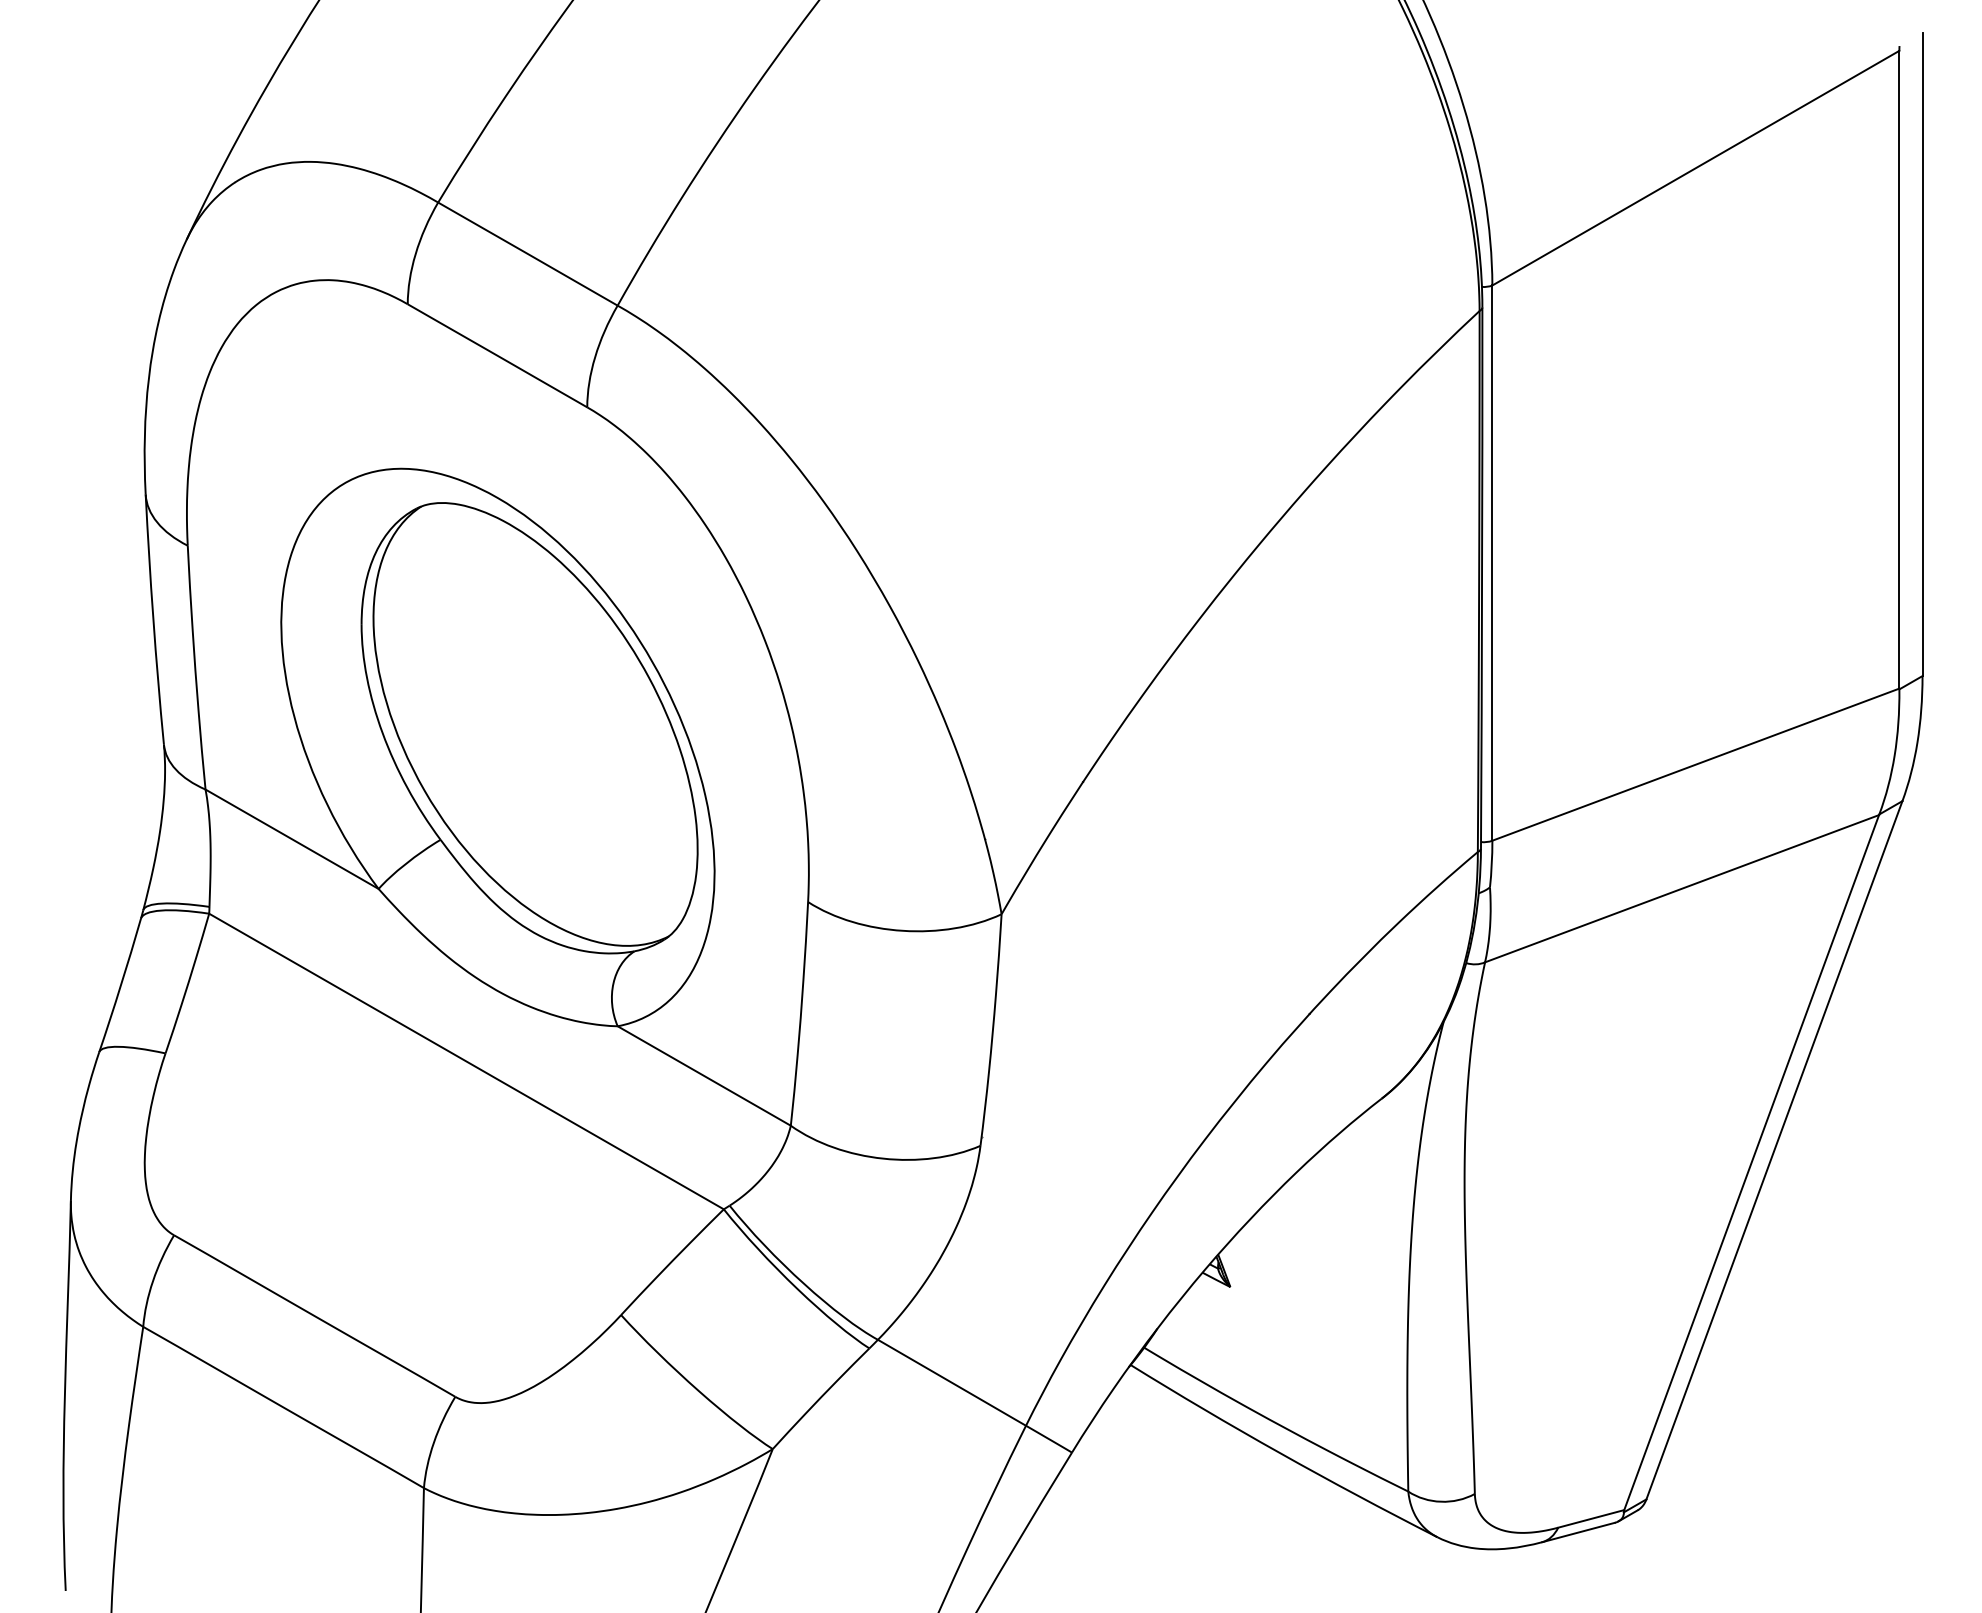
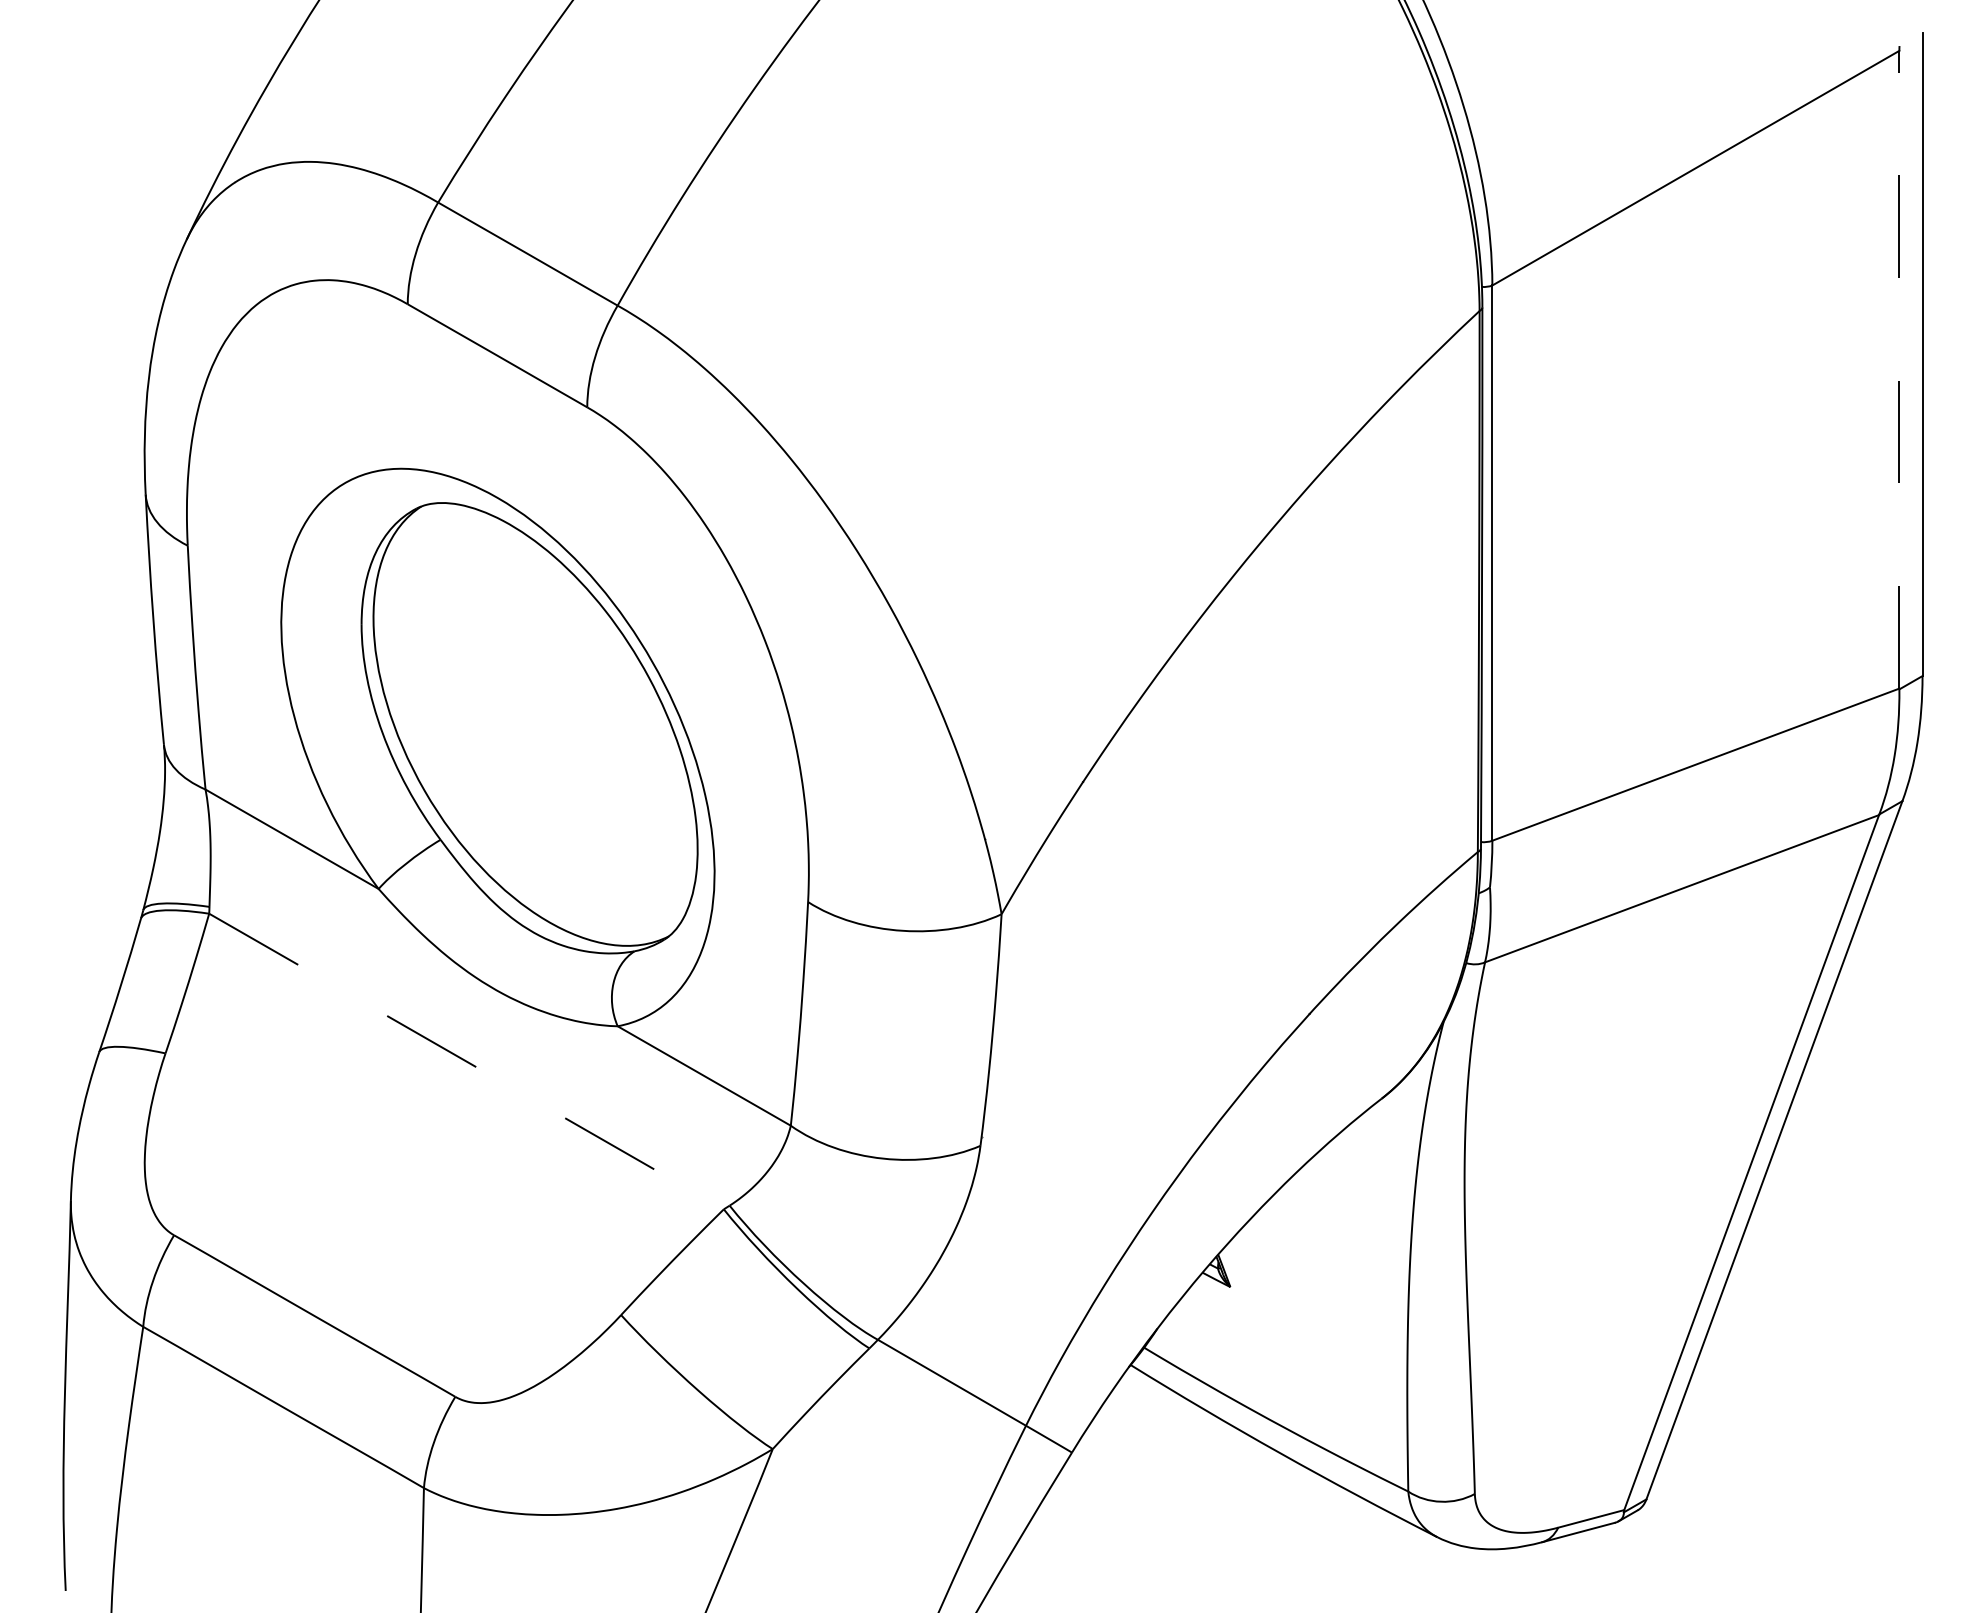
line at (1899, 369): solid -> dashed
line at (466, 1061): solid -> dashed
